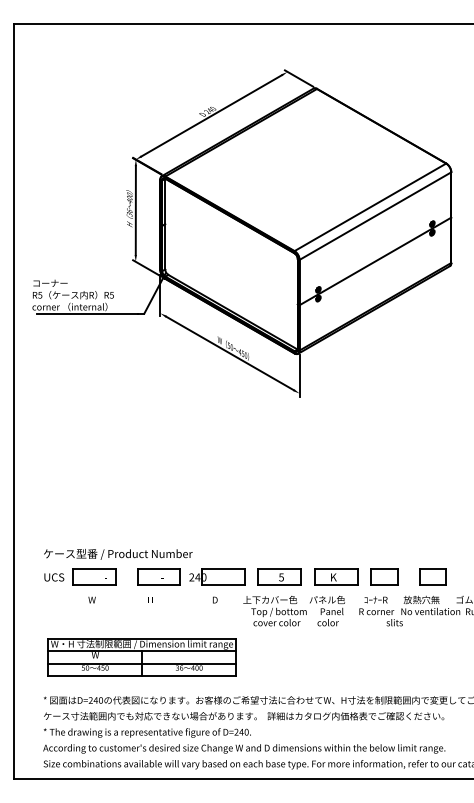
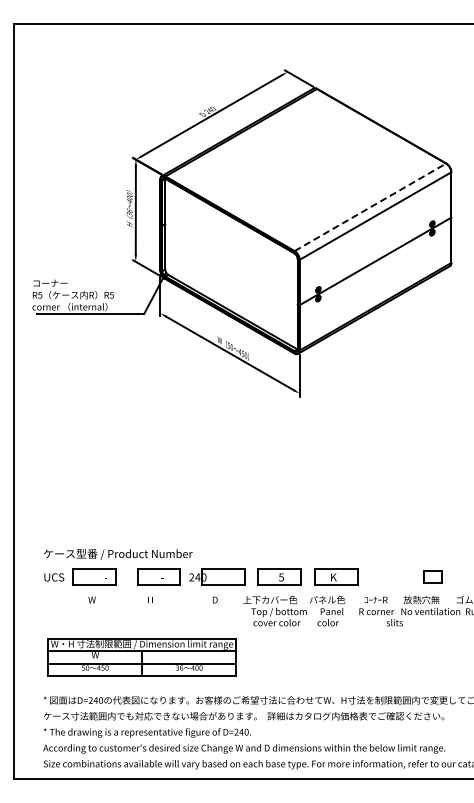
line at (370, 207): solid -> dashed
part at (384, 576): present -> none
part at (432, 576) size: 28x18 px -> 20x14 px
